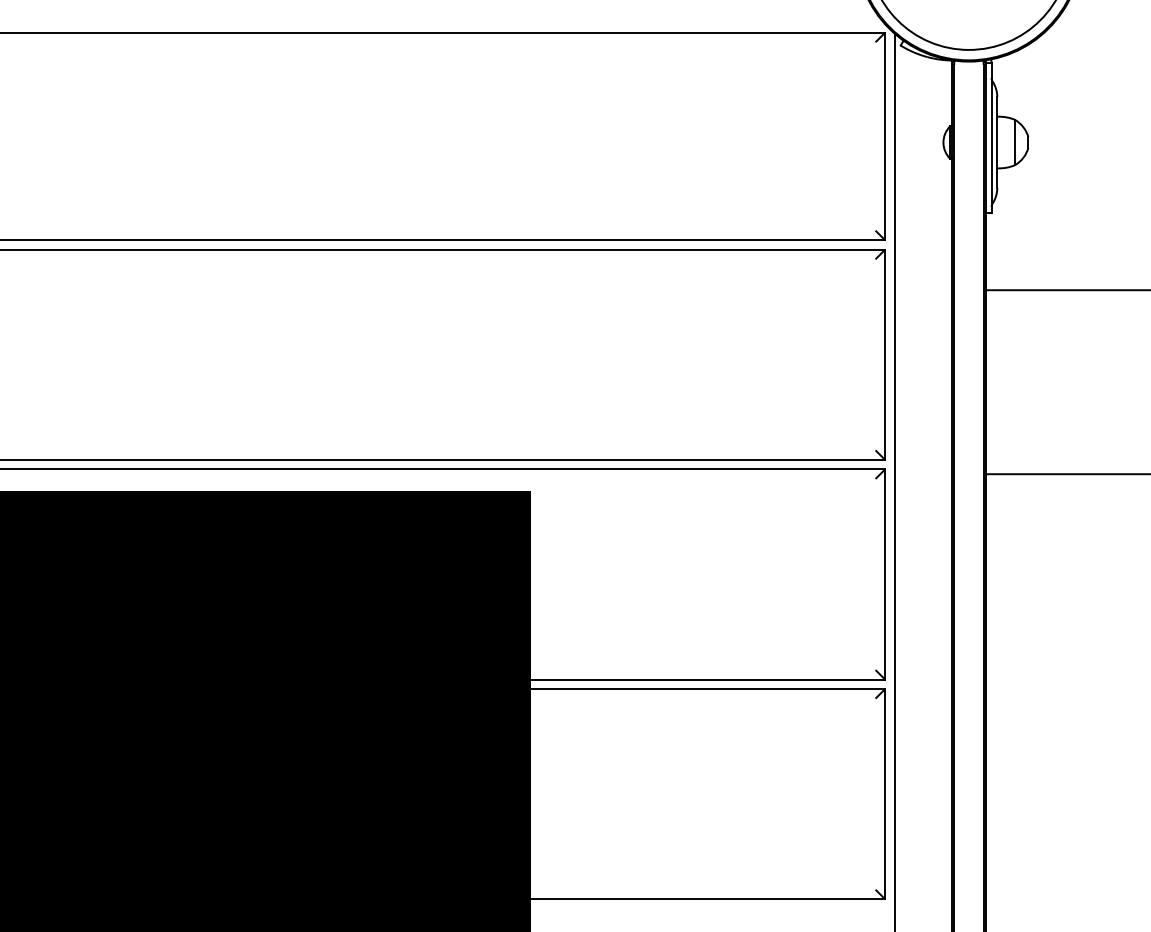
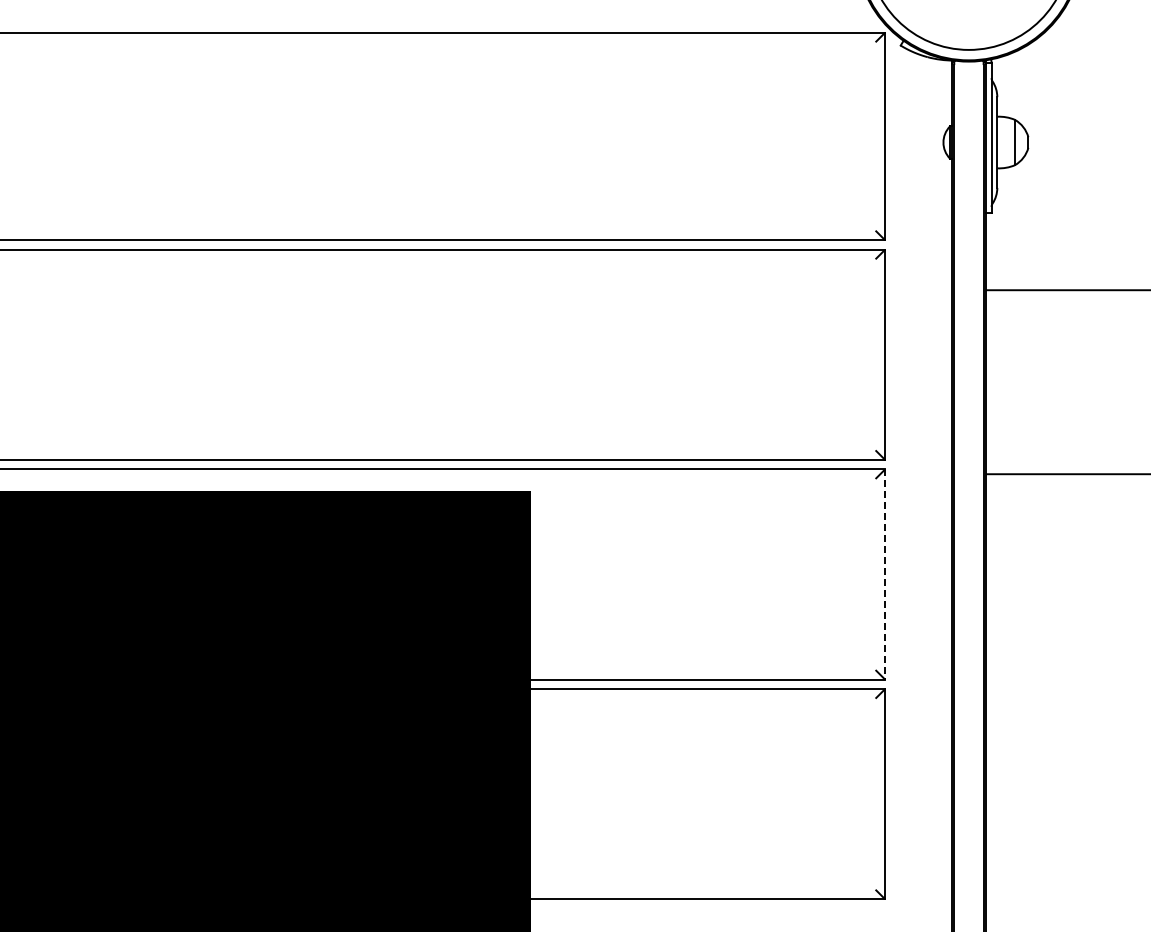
line at (894, 480): present -> none
line at (885, 575): solid -> dashed
